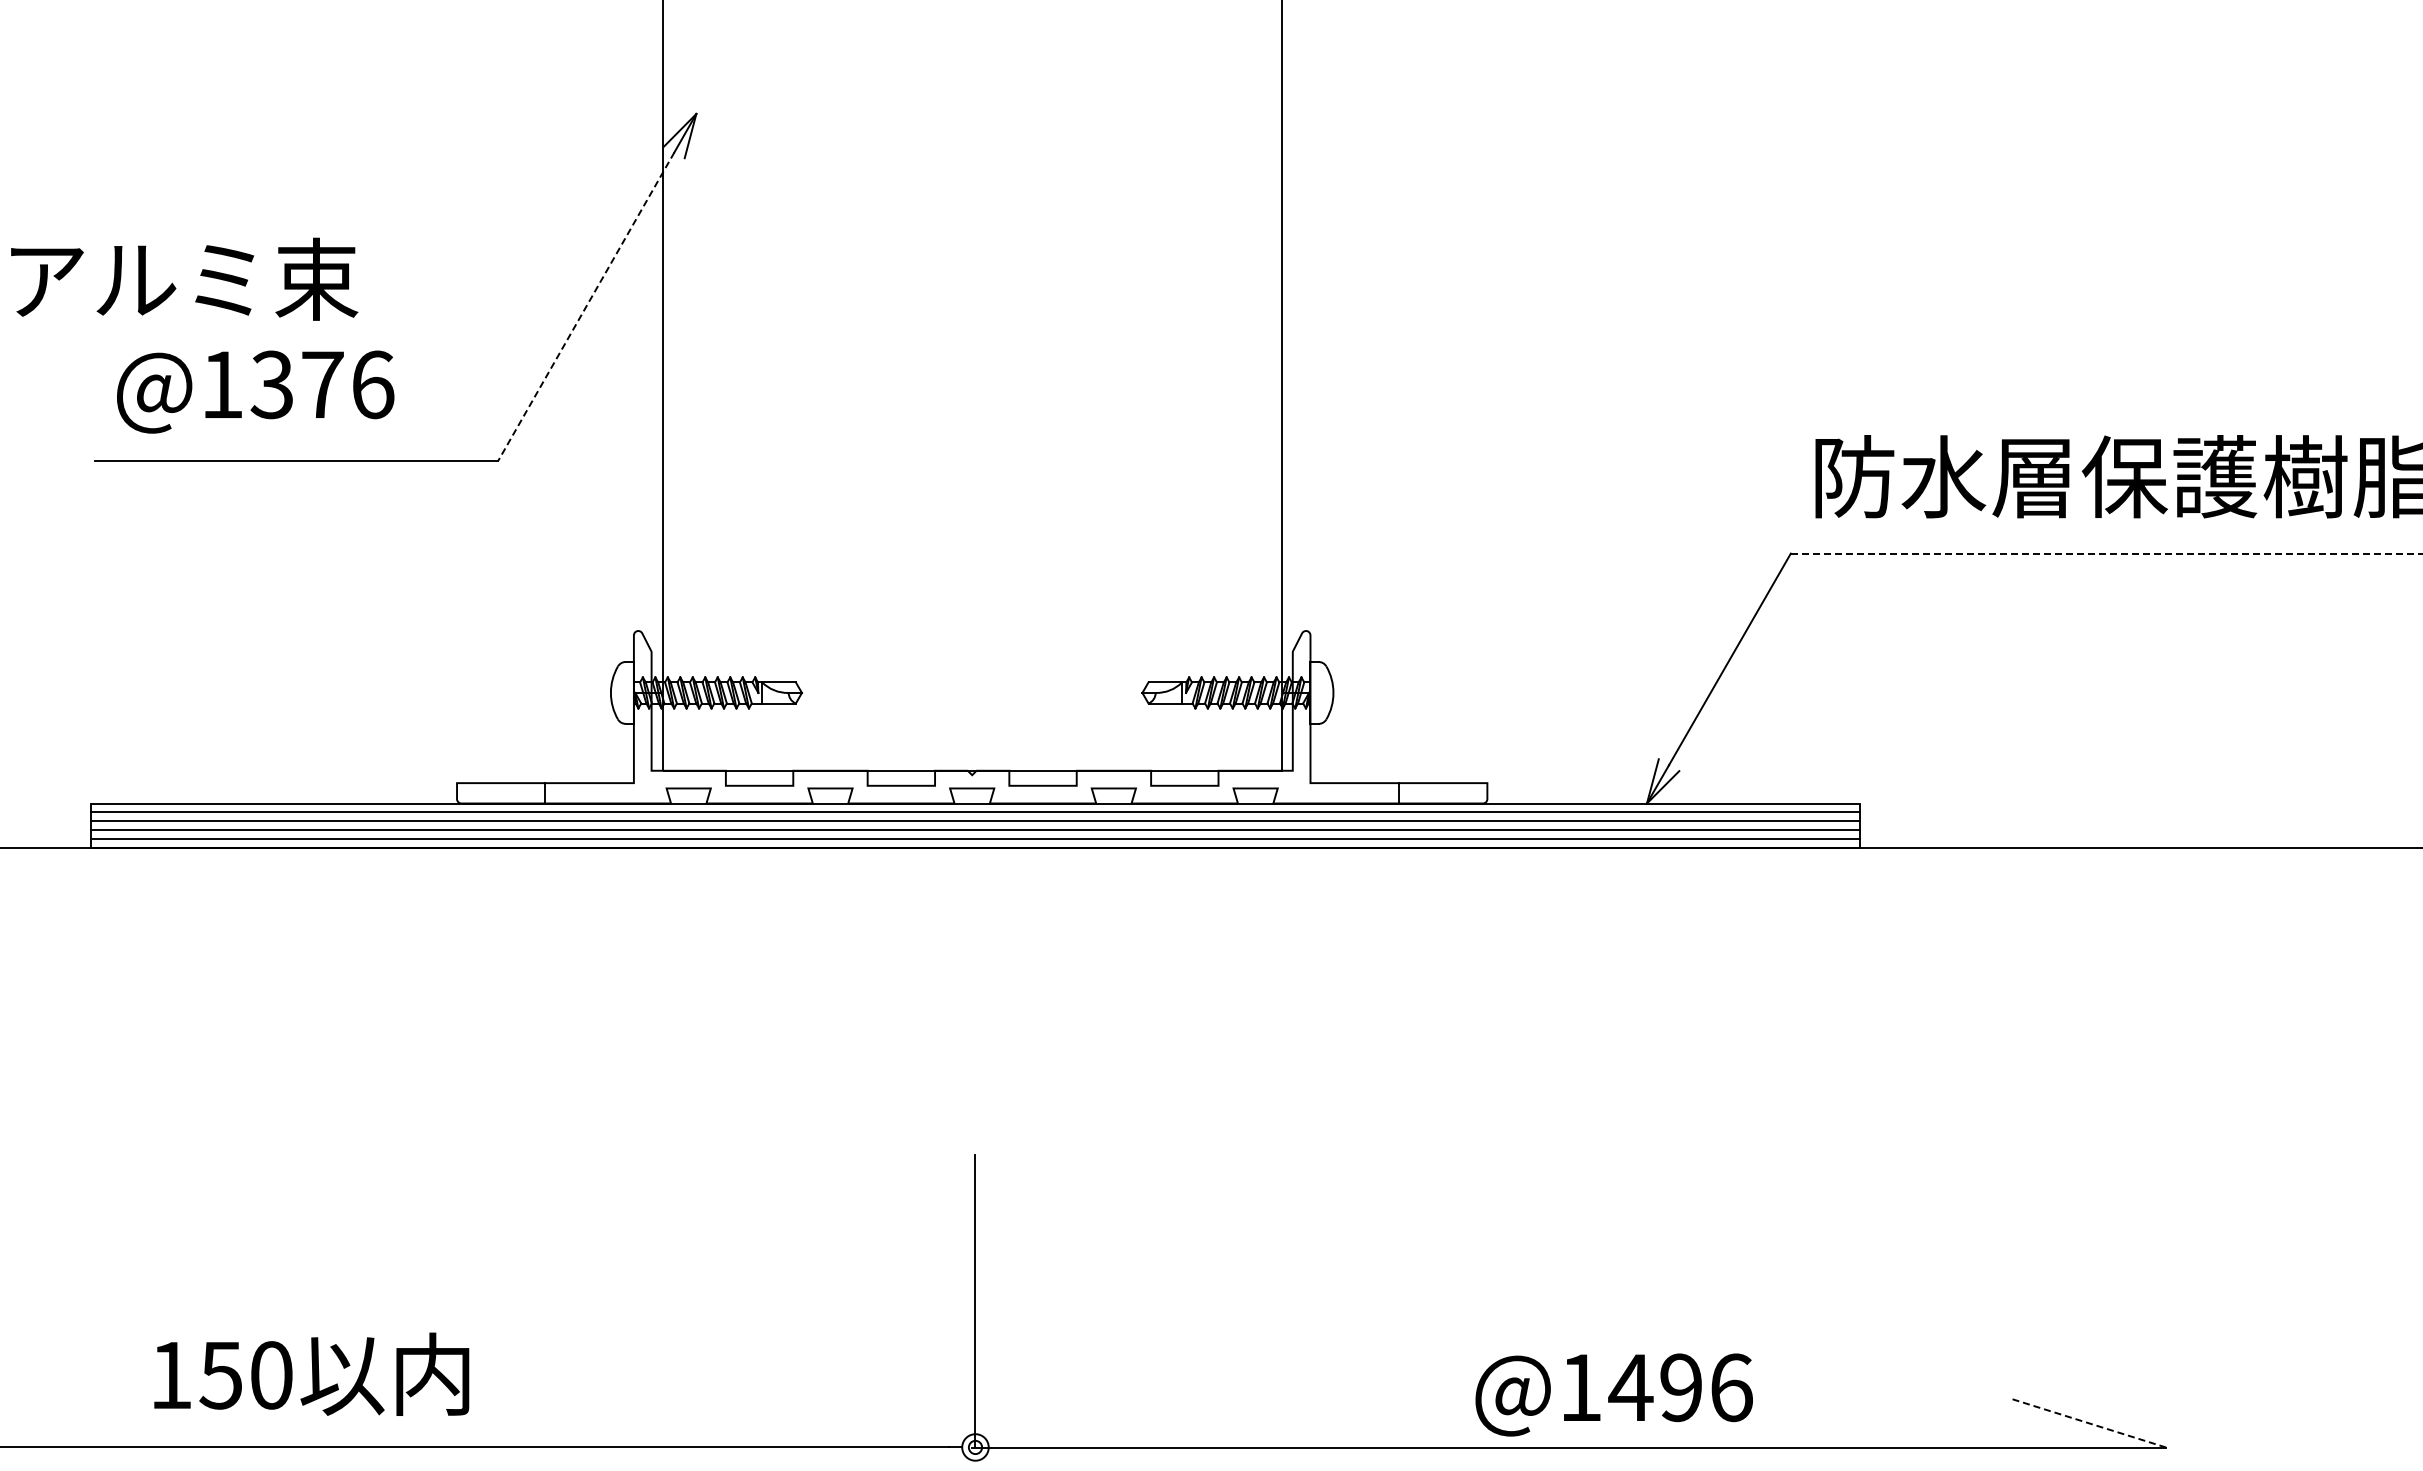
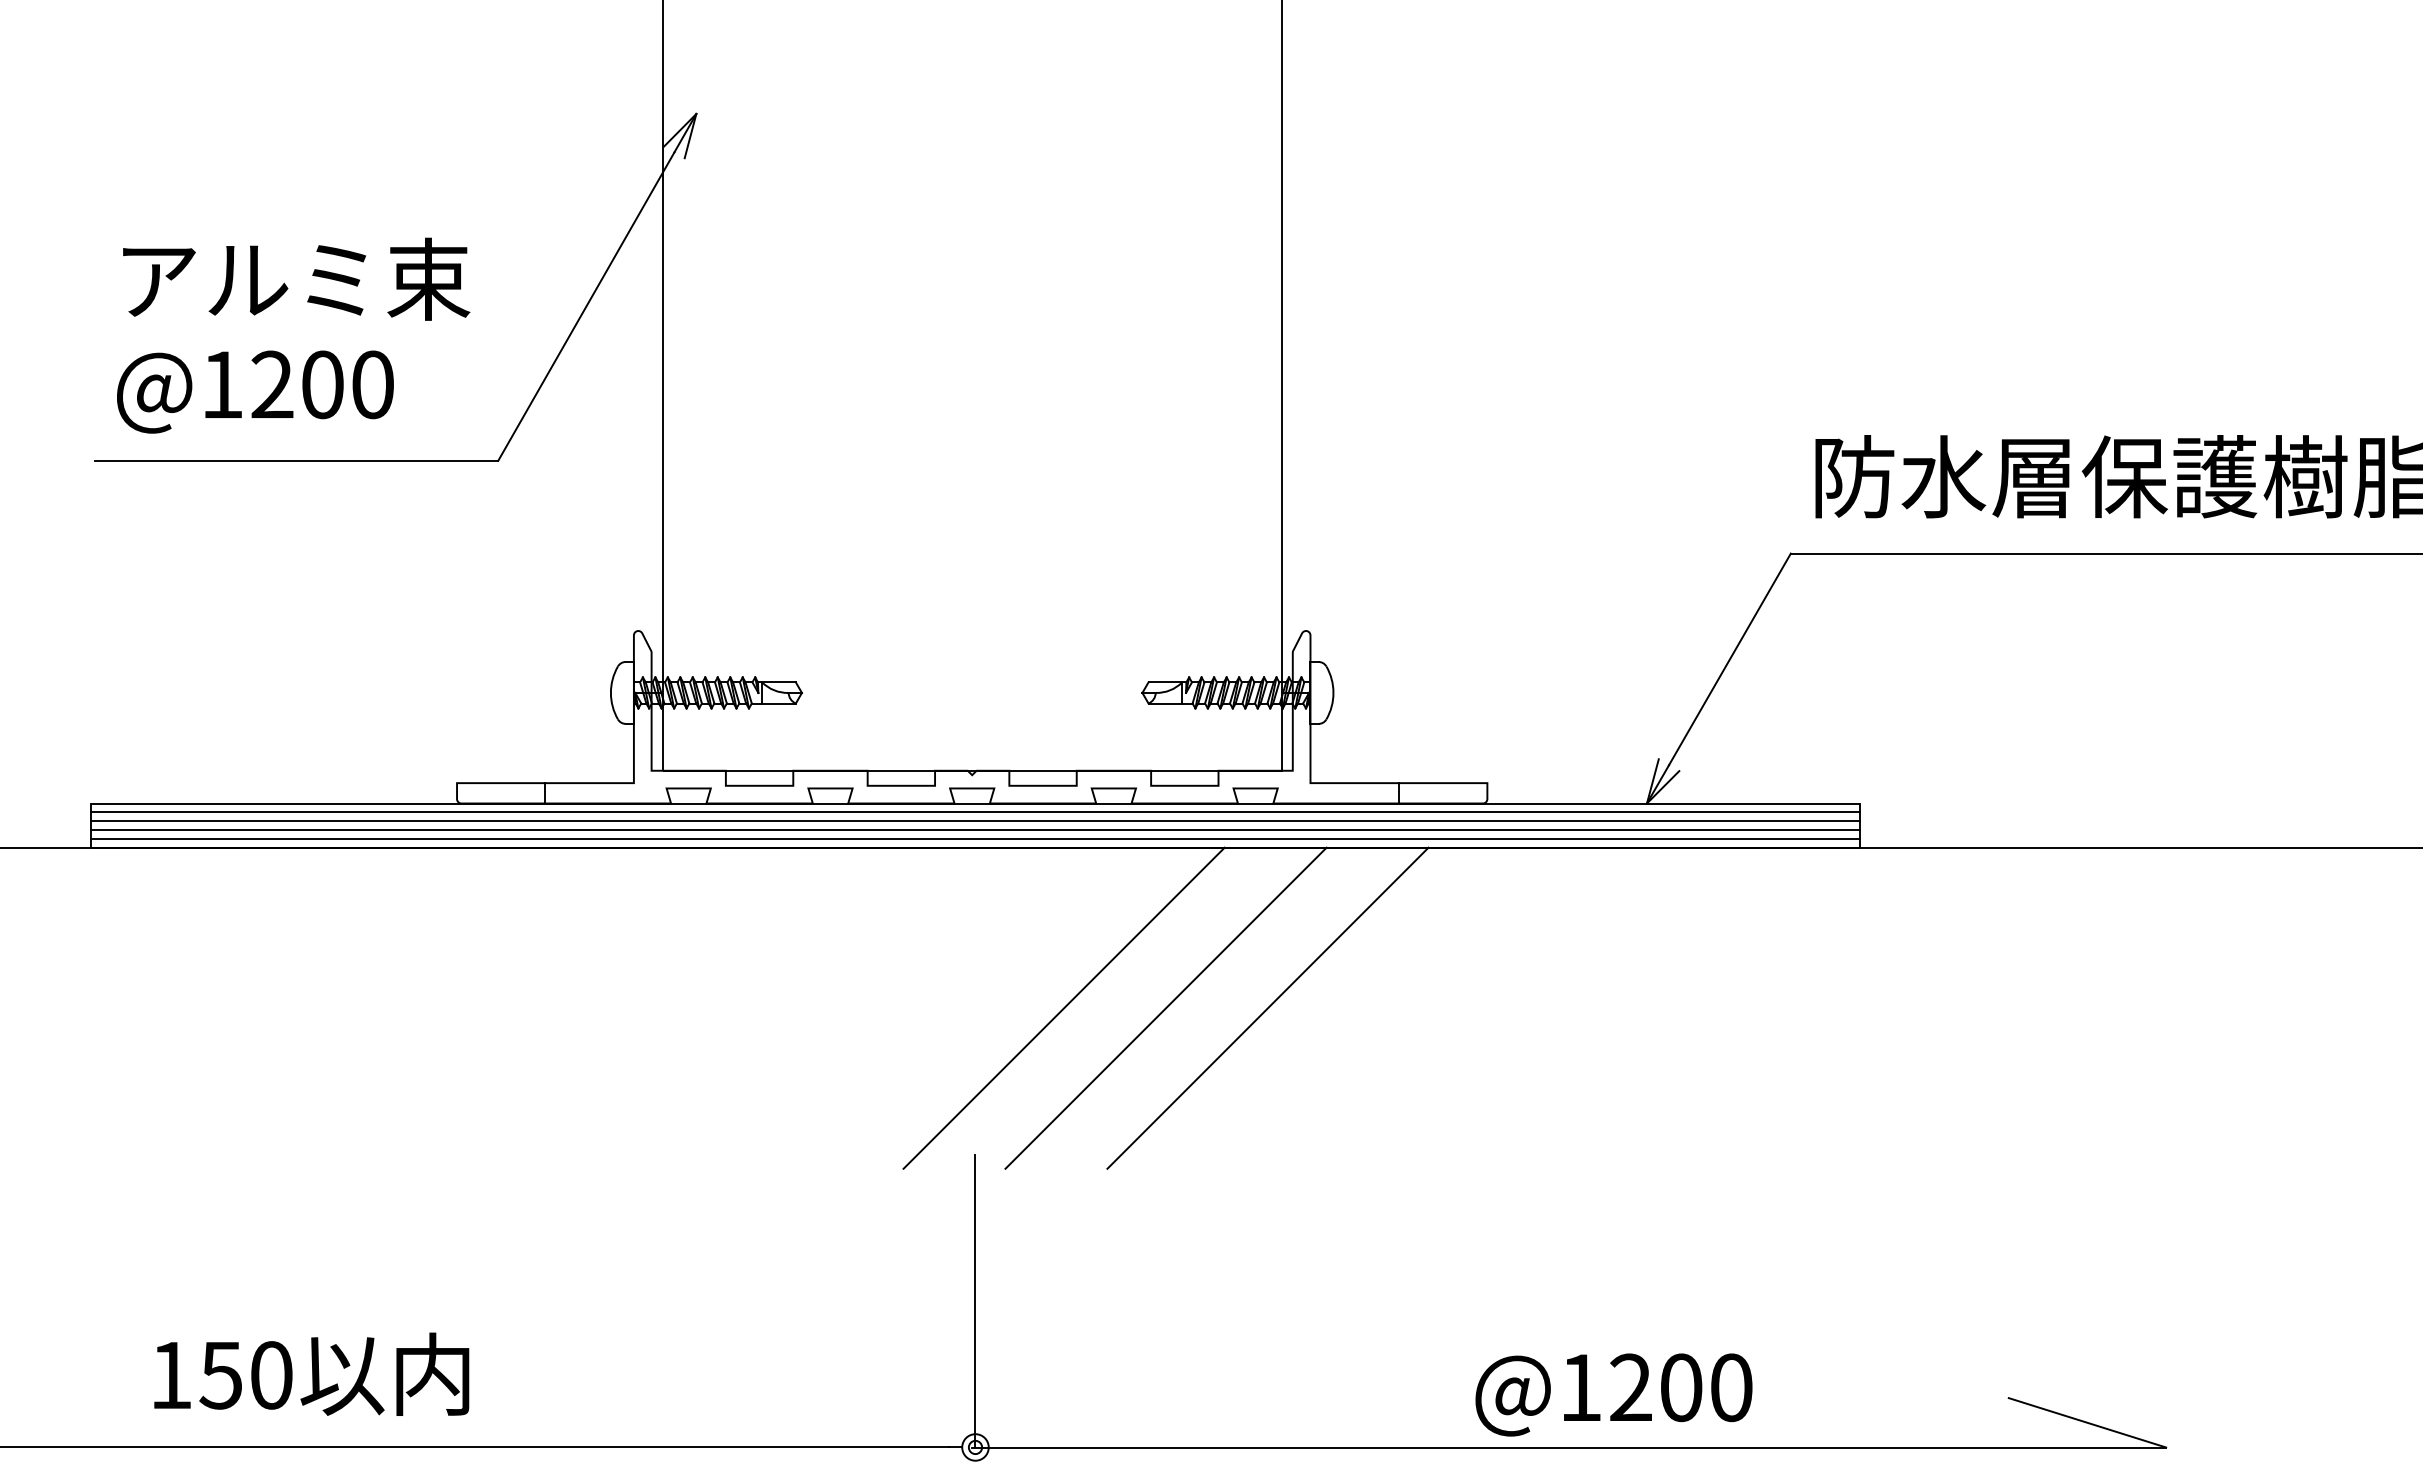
text at (184, 278) position: (184, 278) -> (296, 278)
line at (586, 306): dashed -> solid
text at (322, 384): @1376 -> @1200
line at (2106, 553): dashed -> solid
line at (1063, 1007): none -> present
line at (1165, 1007): none -> present
line at (1267, 1007): none -> present
text at (1680, 1387): @1496 -> @1200
line at (2087, 1422): dashed -> solid
